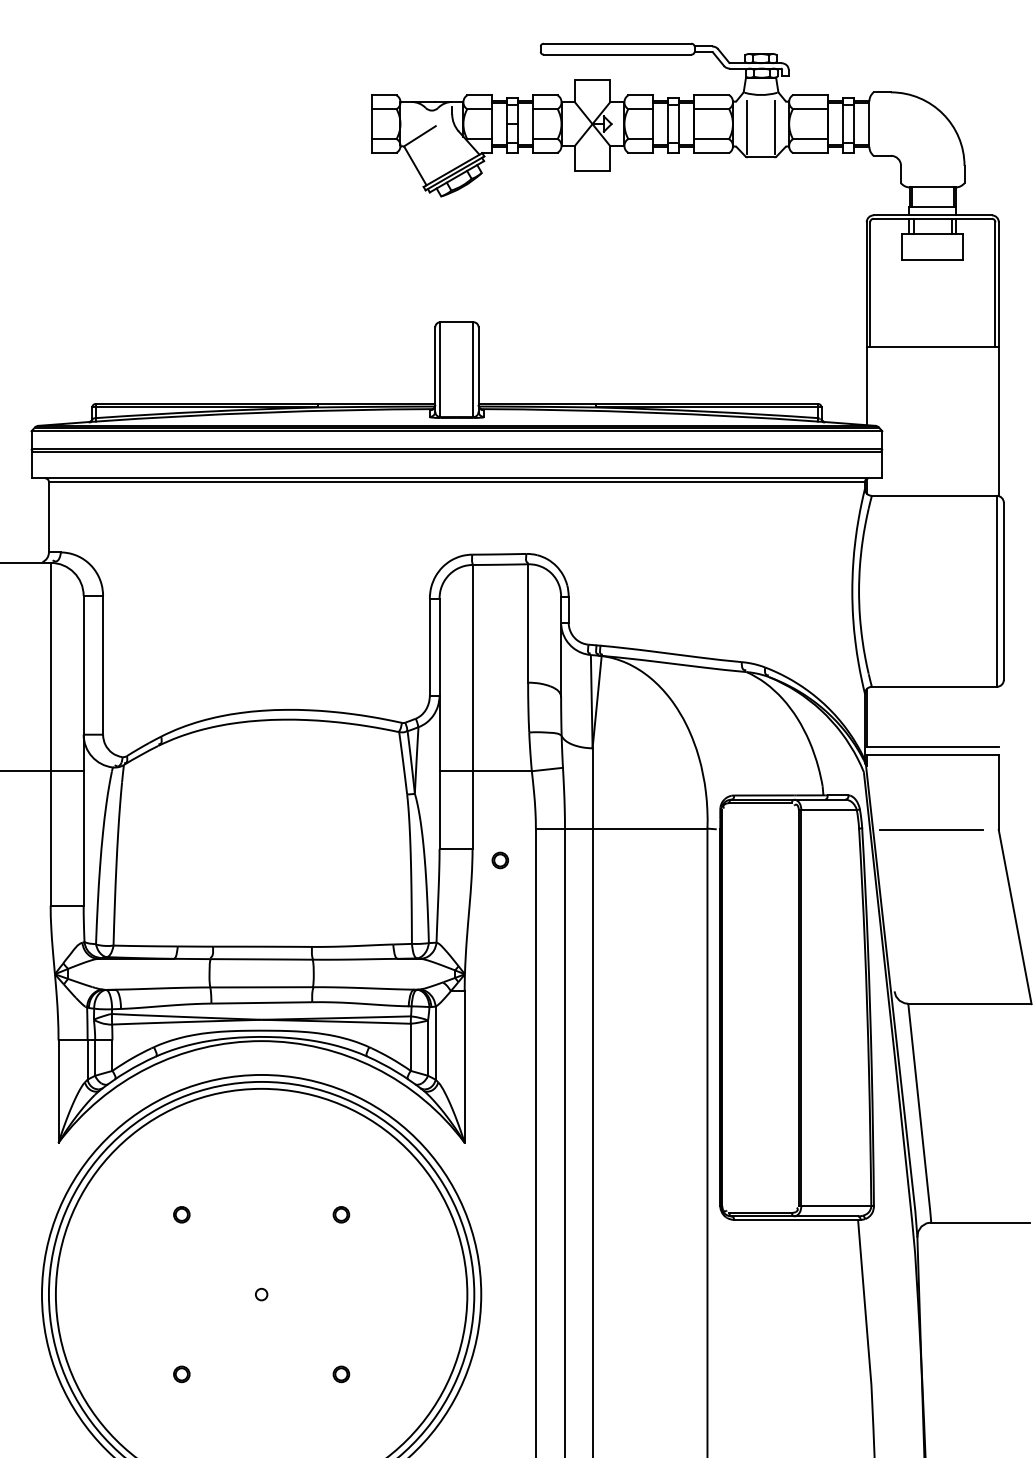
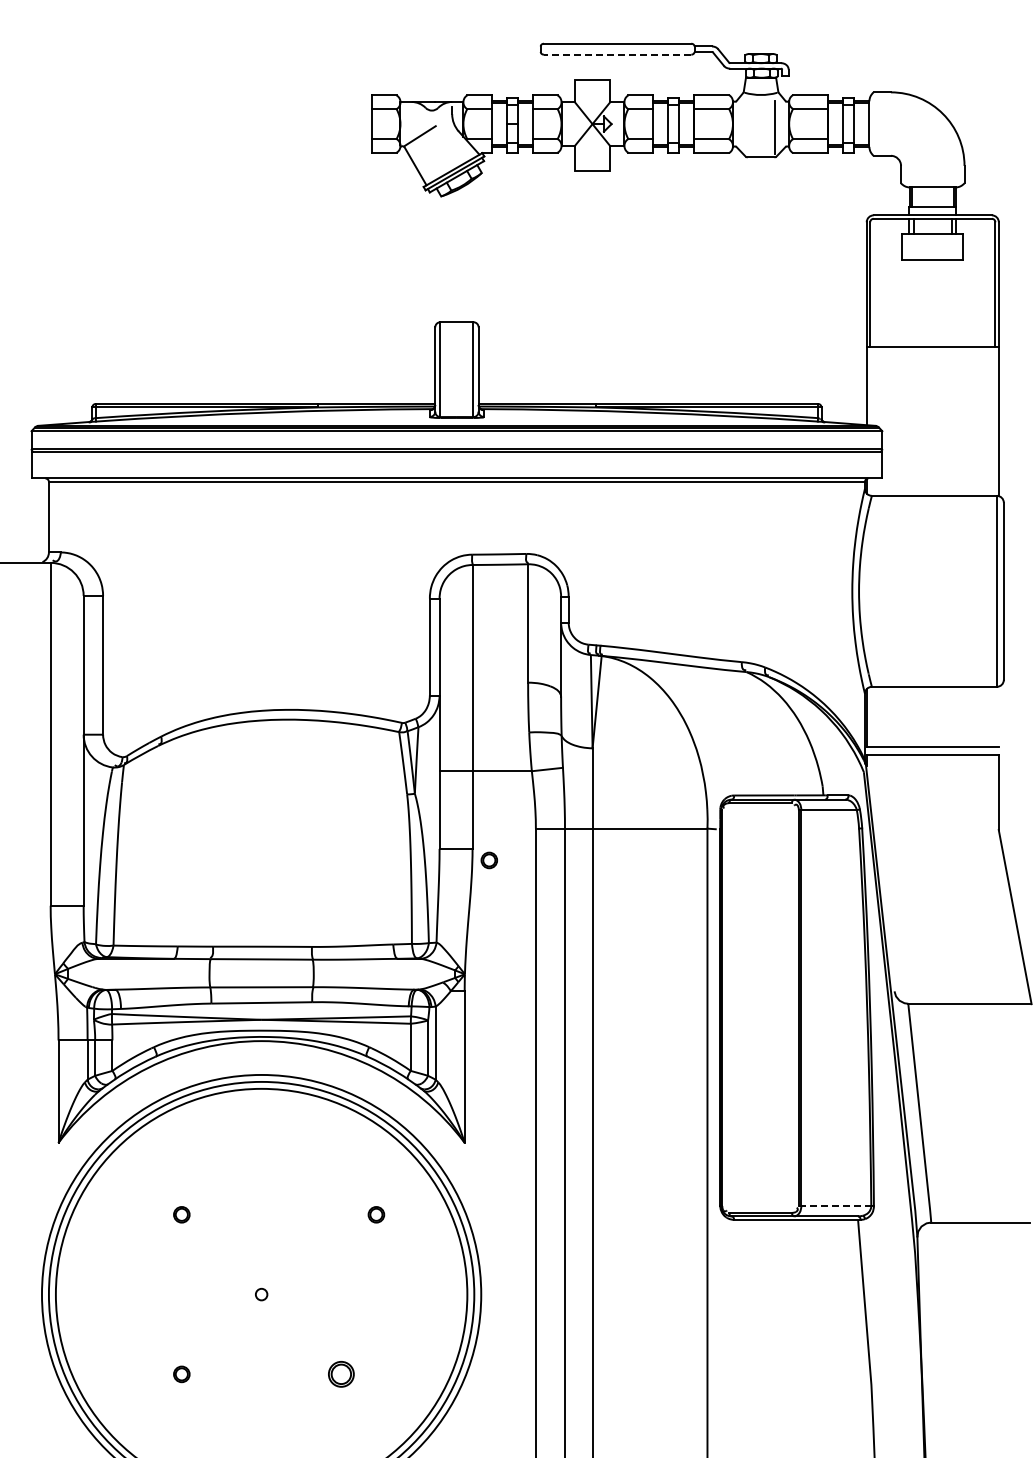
line at (617, 54): solid -> dashed
line at (746, 127): present -> none
line at (42, 771): present -> none
line at (931, 829): present -> none
part at (499, 860) position: (499, 860) -> (488, 860)
line at (835, 1205): solid -> dashed
part at (341, 1214) position: (341, 1214) -> (376, 1214)
part at (341, 1374) size: 19x19 px -> 27x27 px
